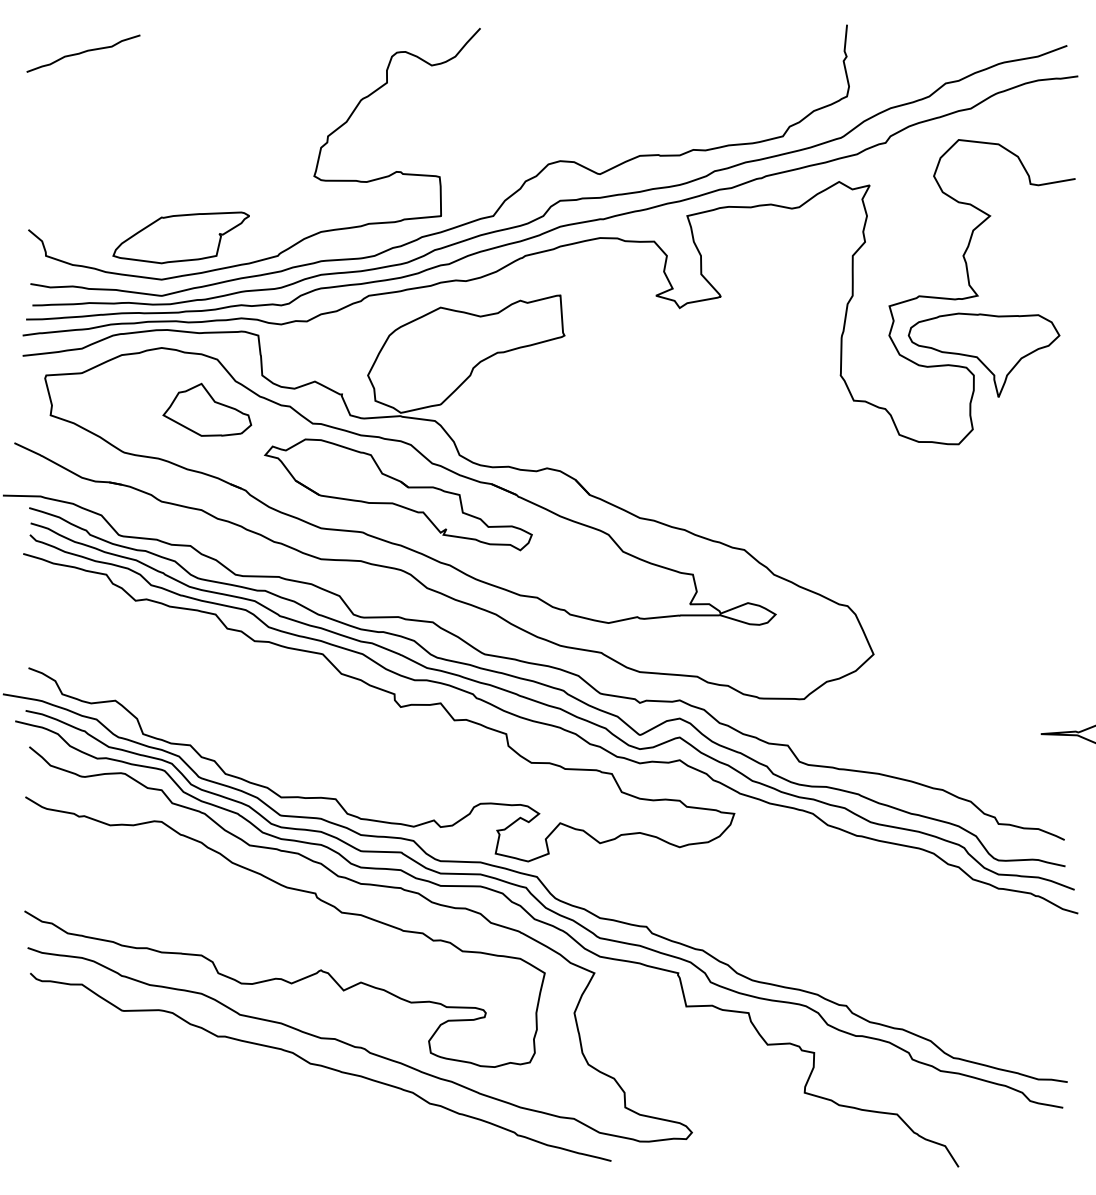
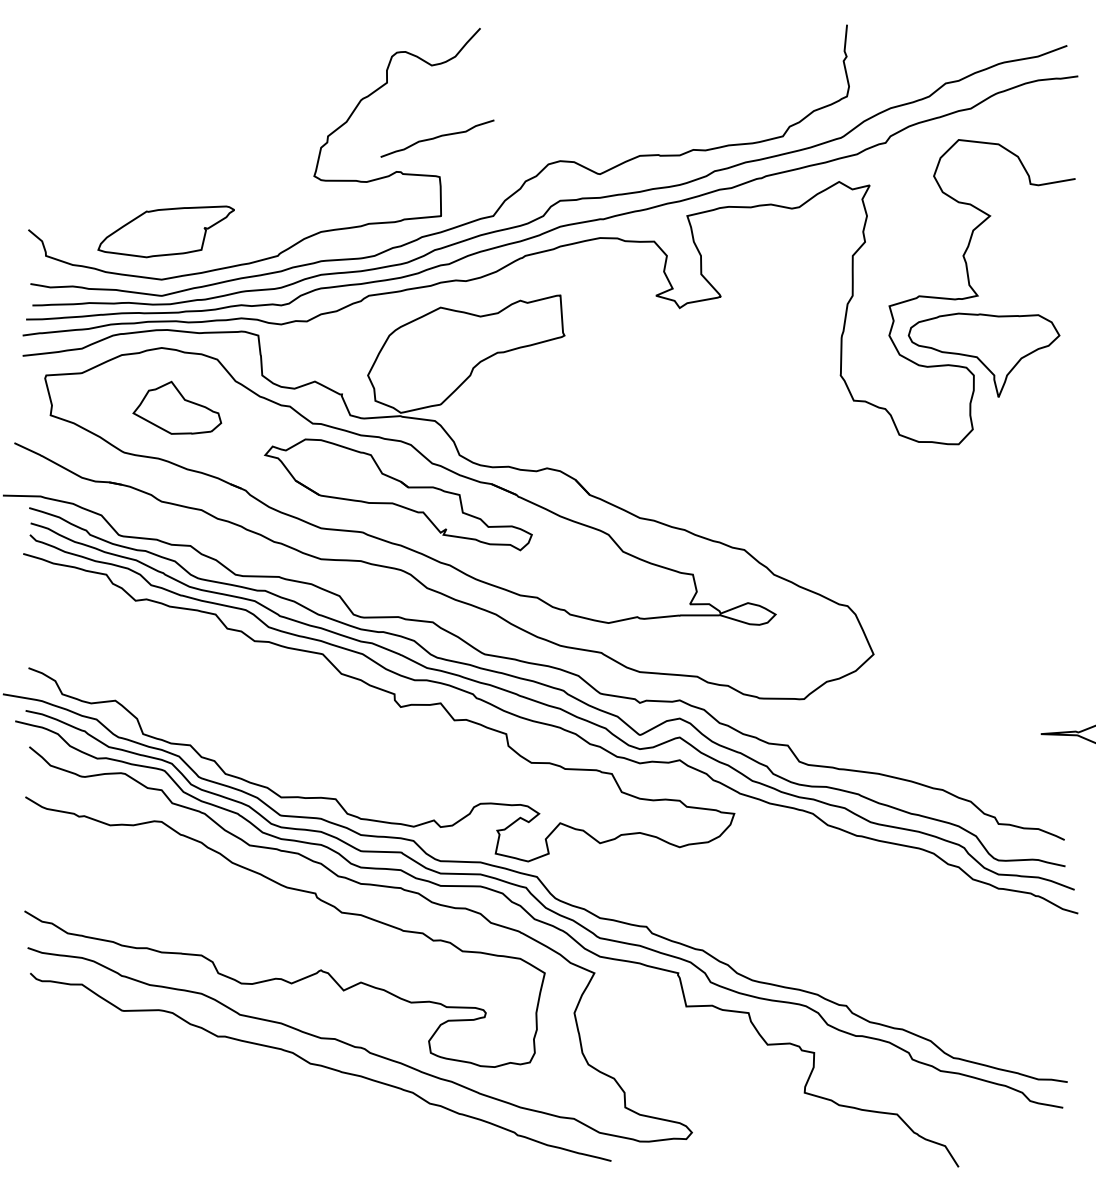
curve at (83, 53) position: (83, 53) -> (437, 138)
part at (180, 237) position: (180, 237) -> (165, 231)
part at (207, 409) position: (207, 409) -> (177, 407)
